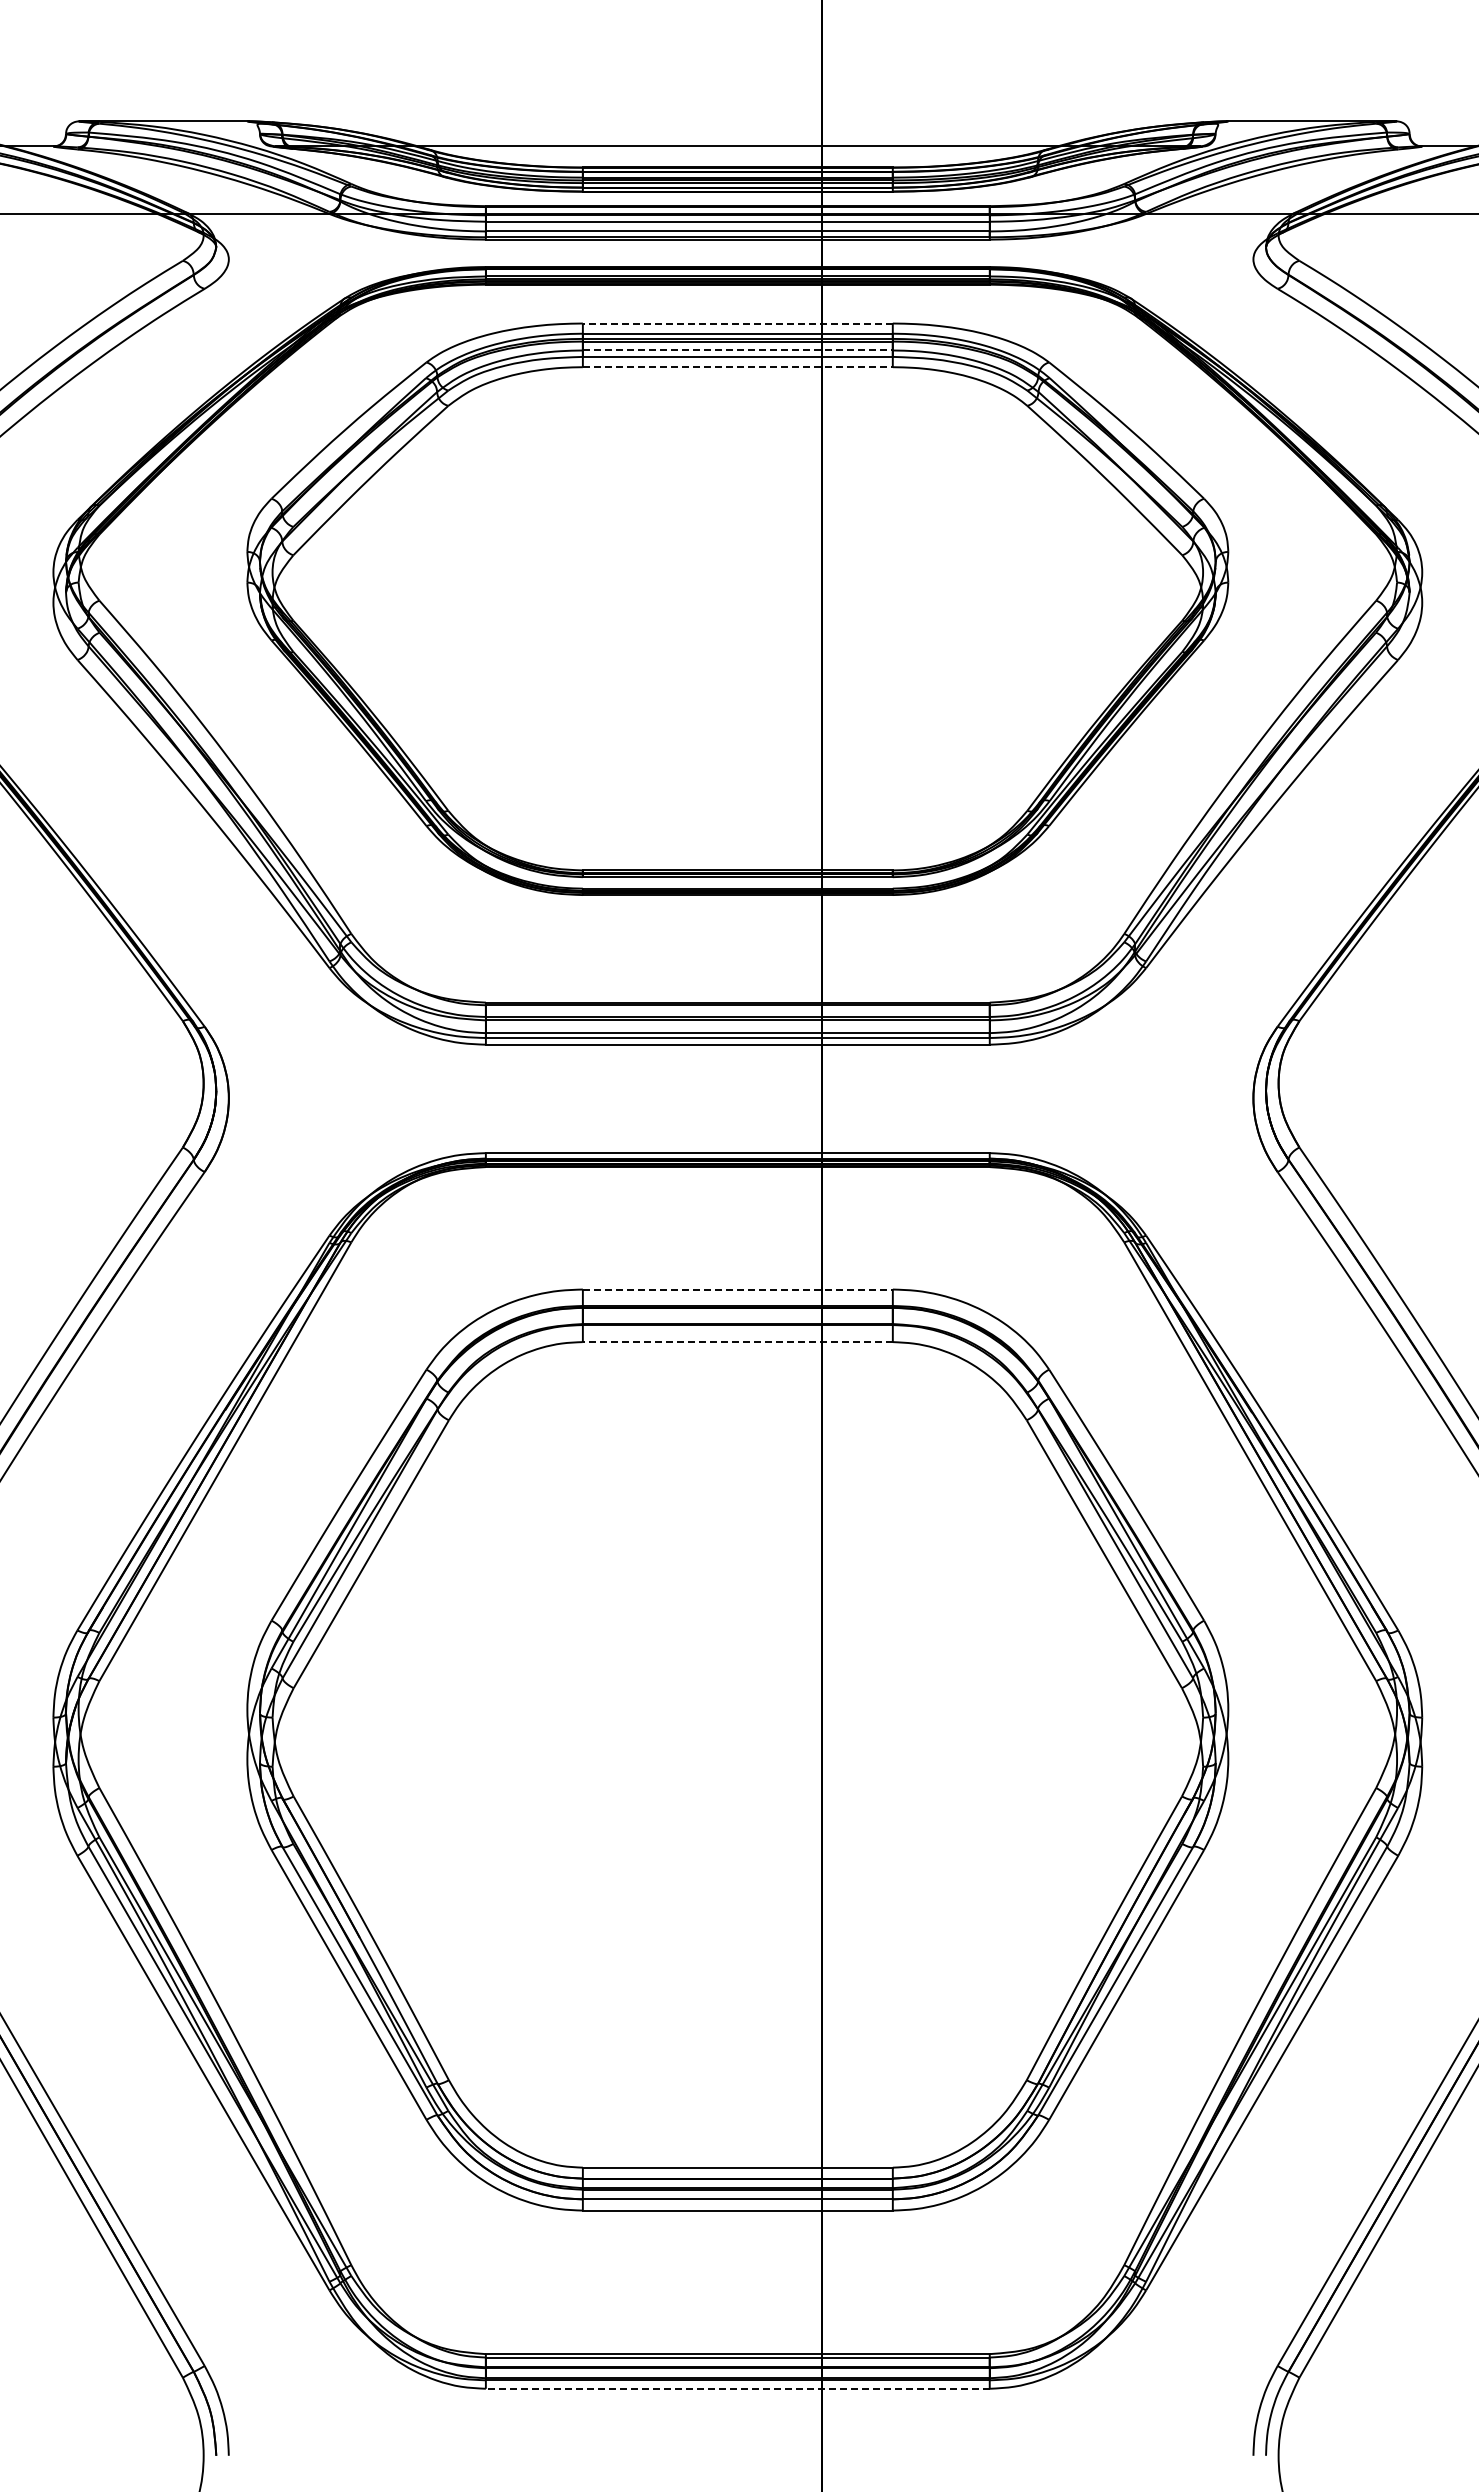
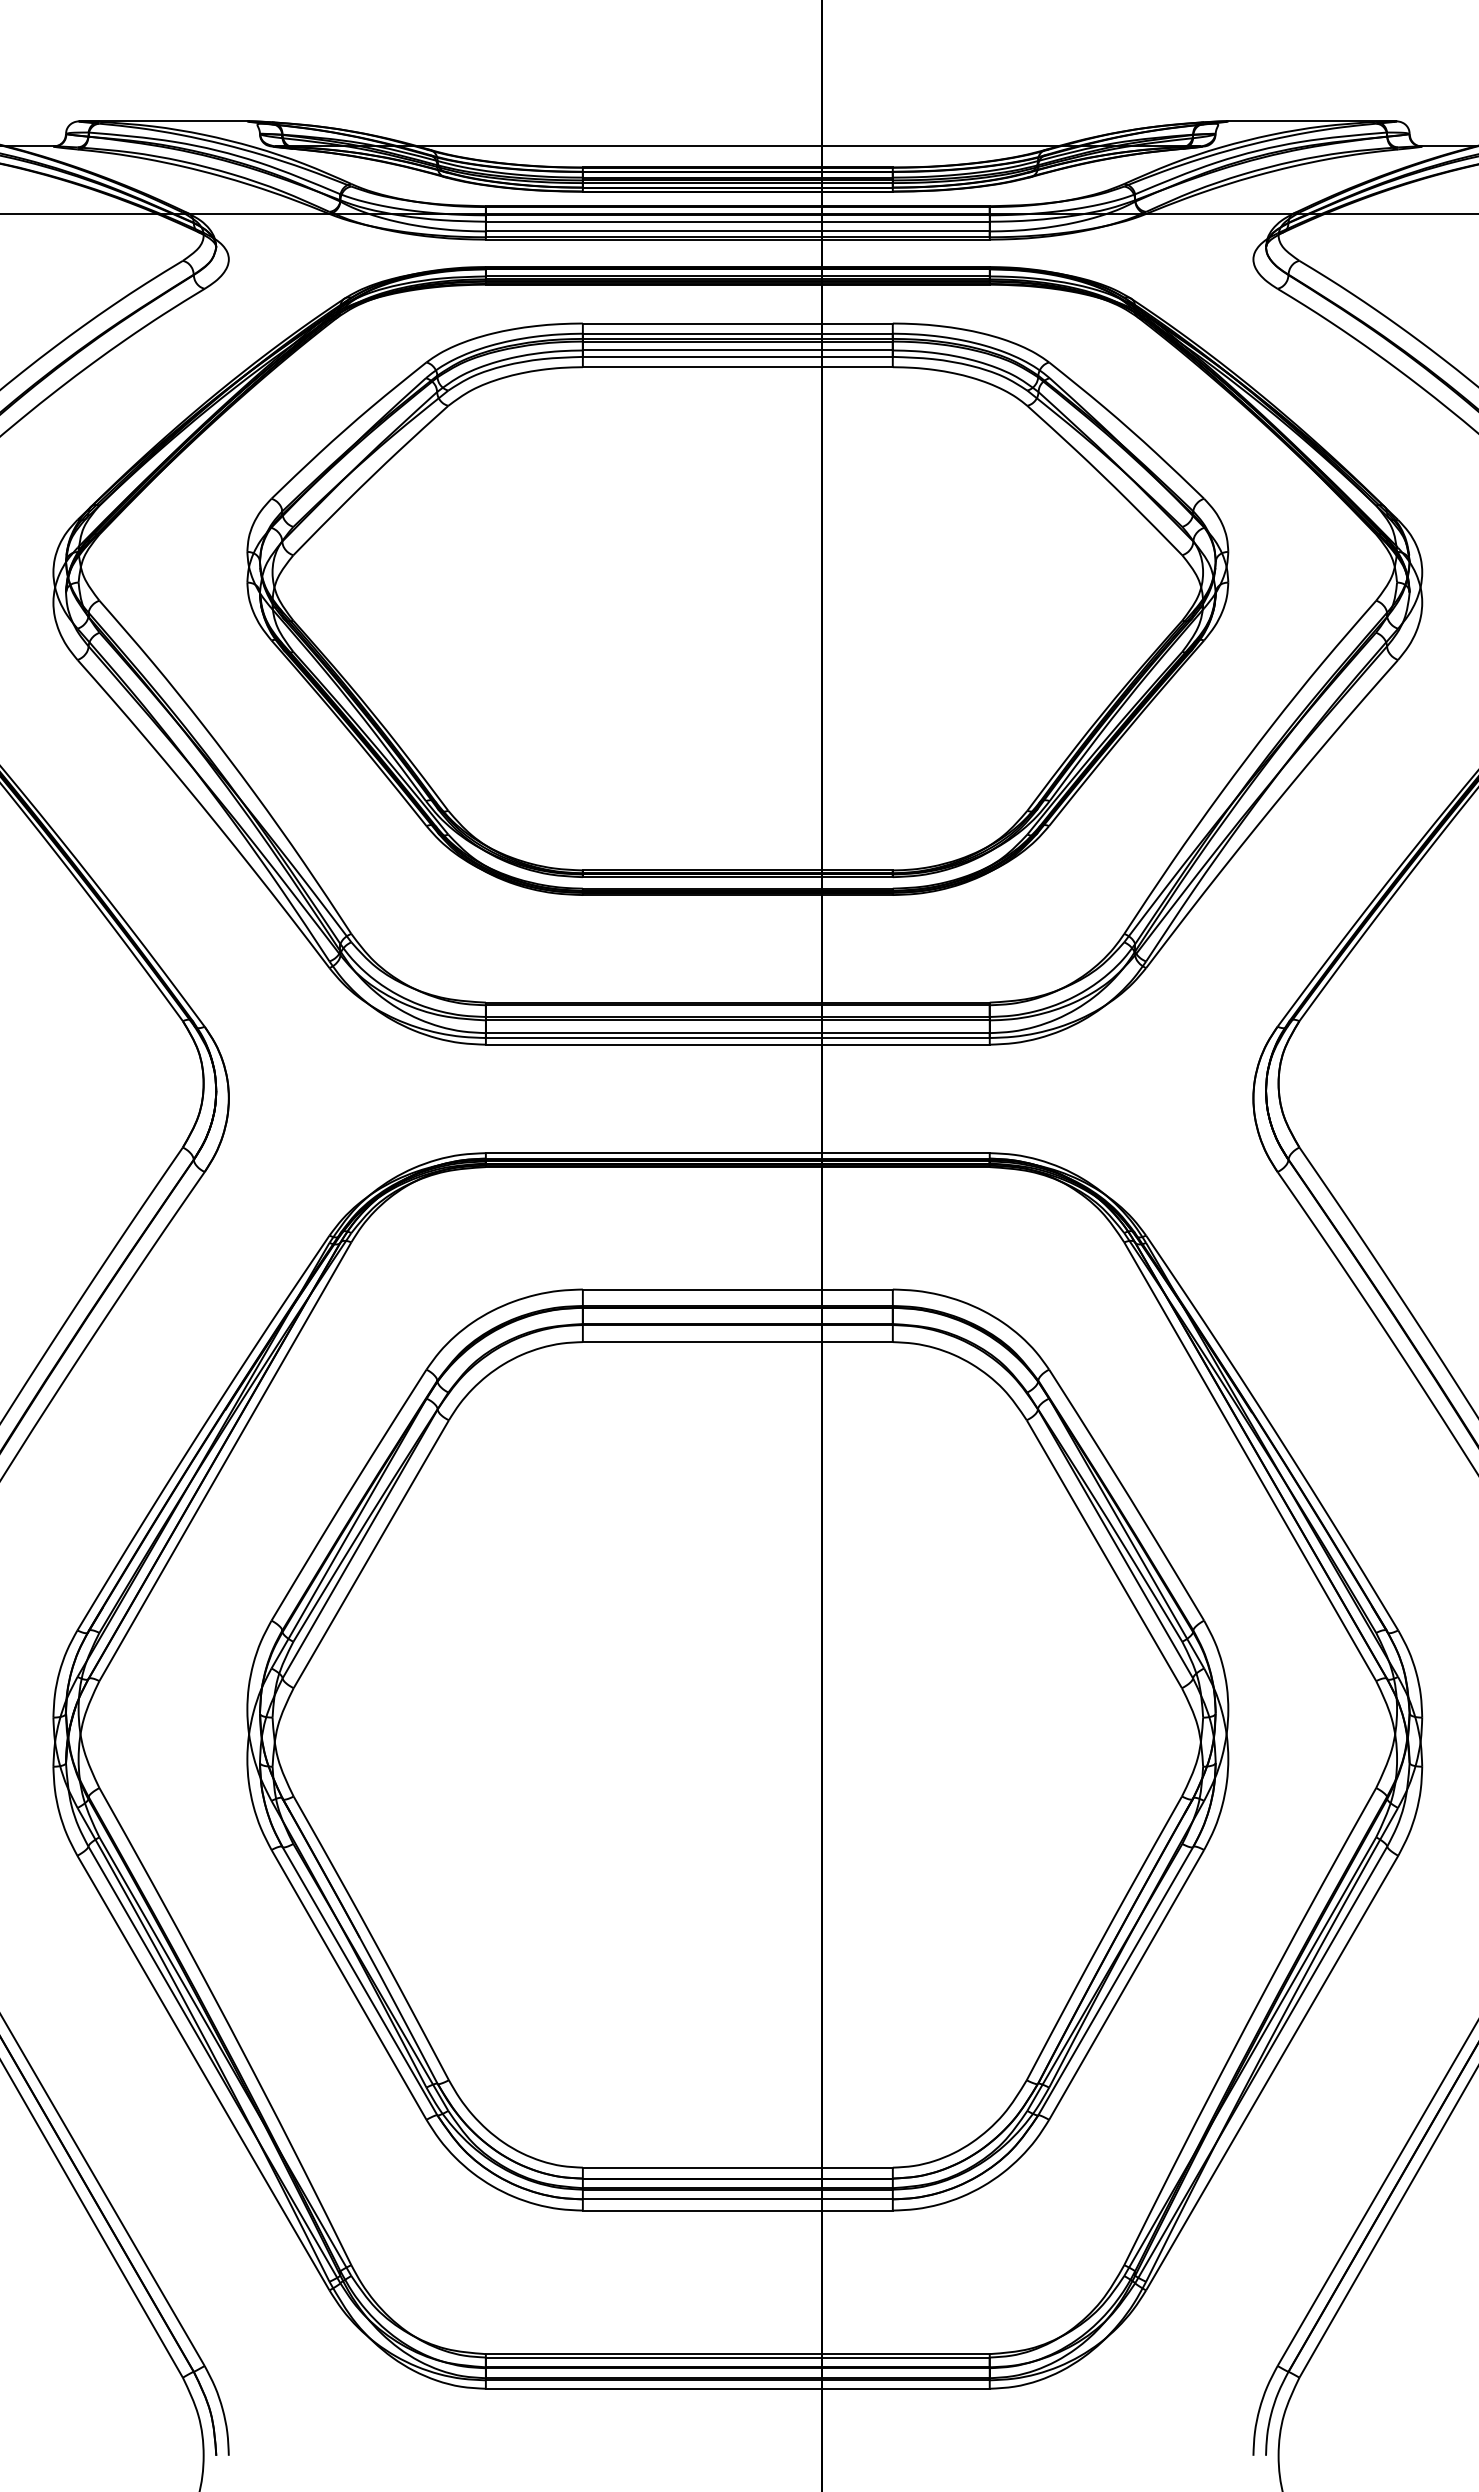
line at (737, 323): dashed -> solid
line at (737, 350): dashed -> solid
line at (737, 367): dashed -> solid
line at (737, 1289): dashed -> solid
line at (737, 1342): dashed -> solid
line at (737, 2388): dashed -> solid
